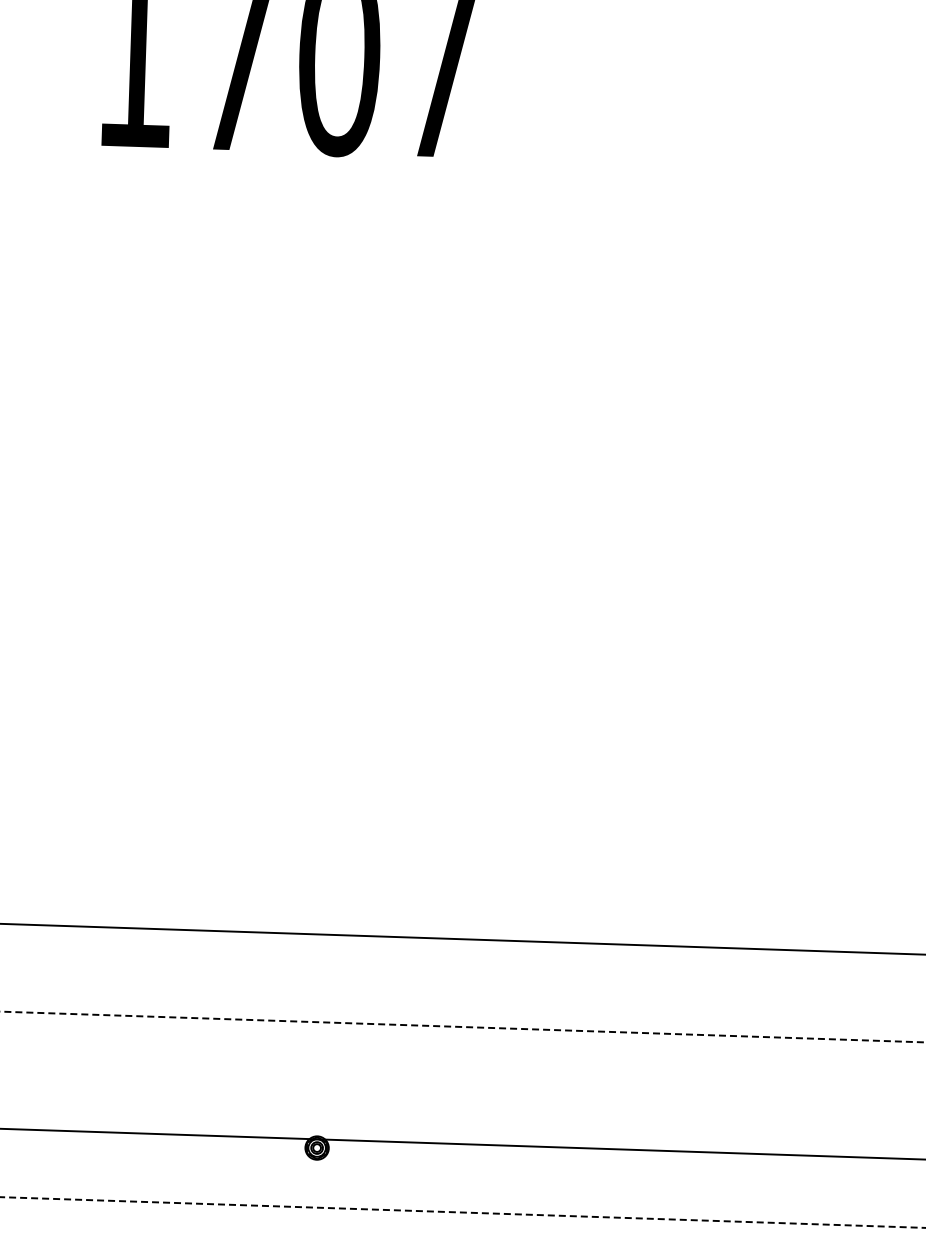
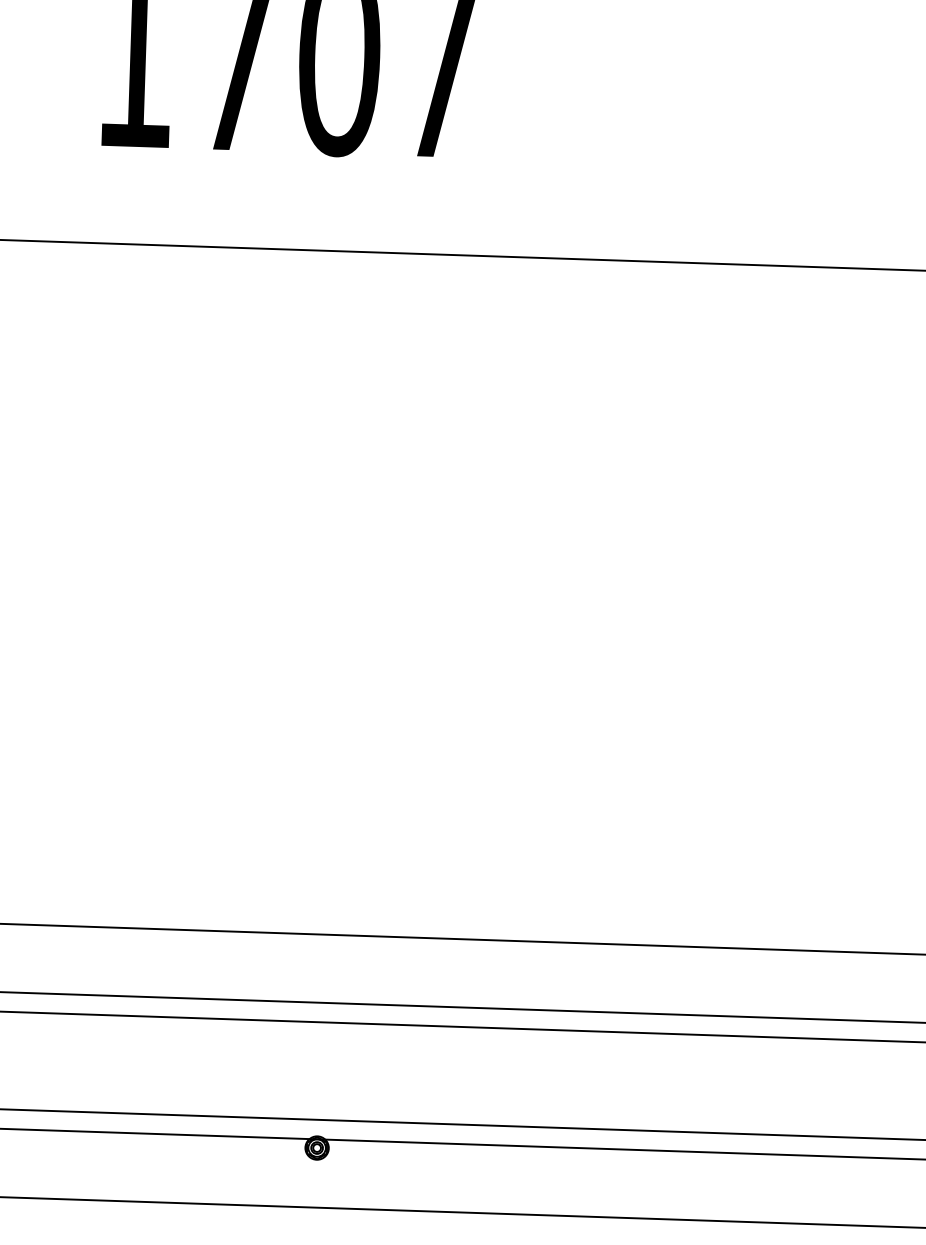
line at (462, 255): none -> present
line at (462, 1007): none -> present
line at (462, 1027): dashed -> solid
line at (462, 1124): none -> present
line at (463, 1212): dashed -> solid
